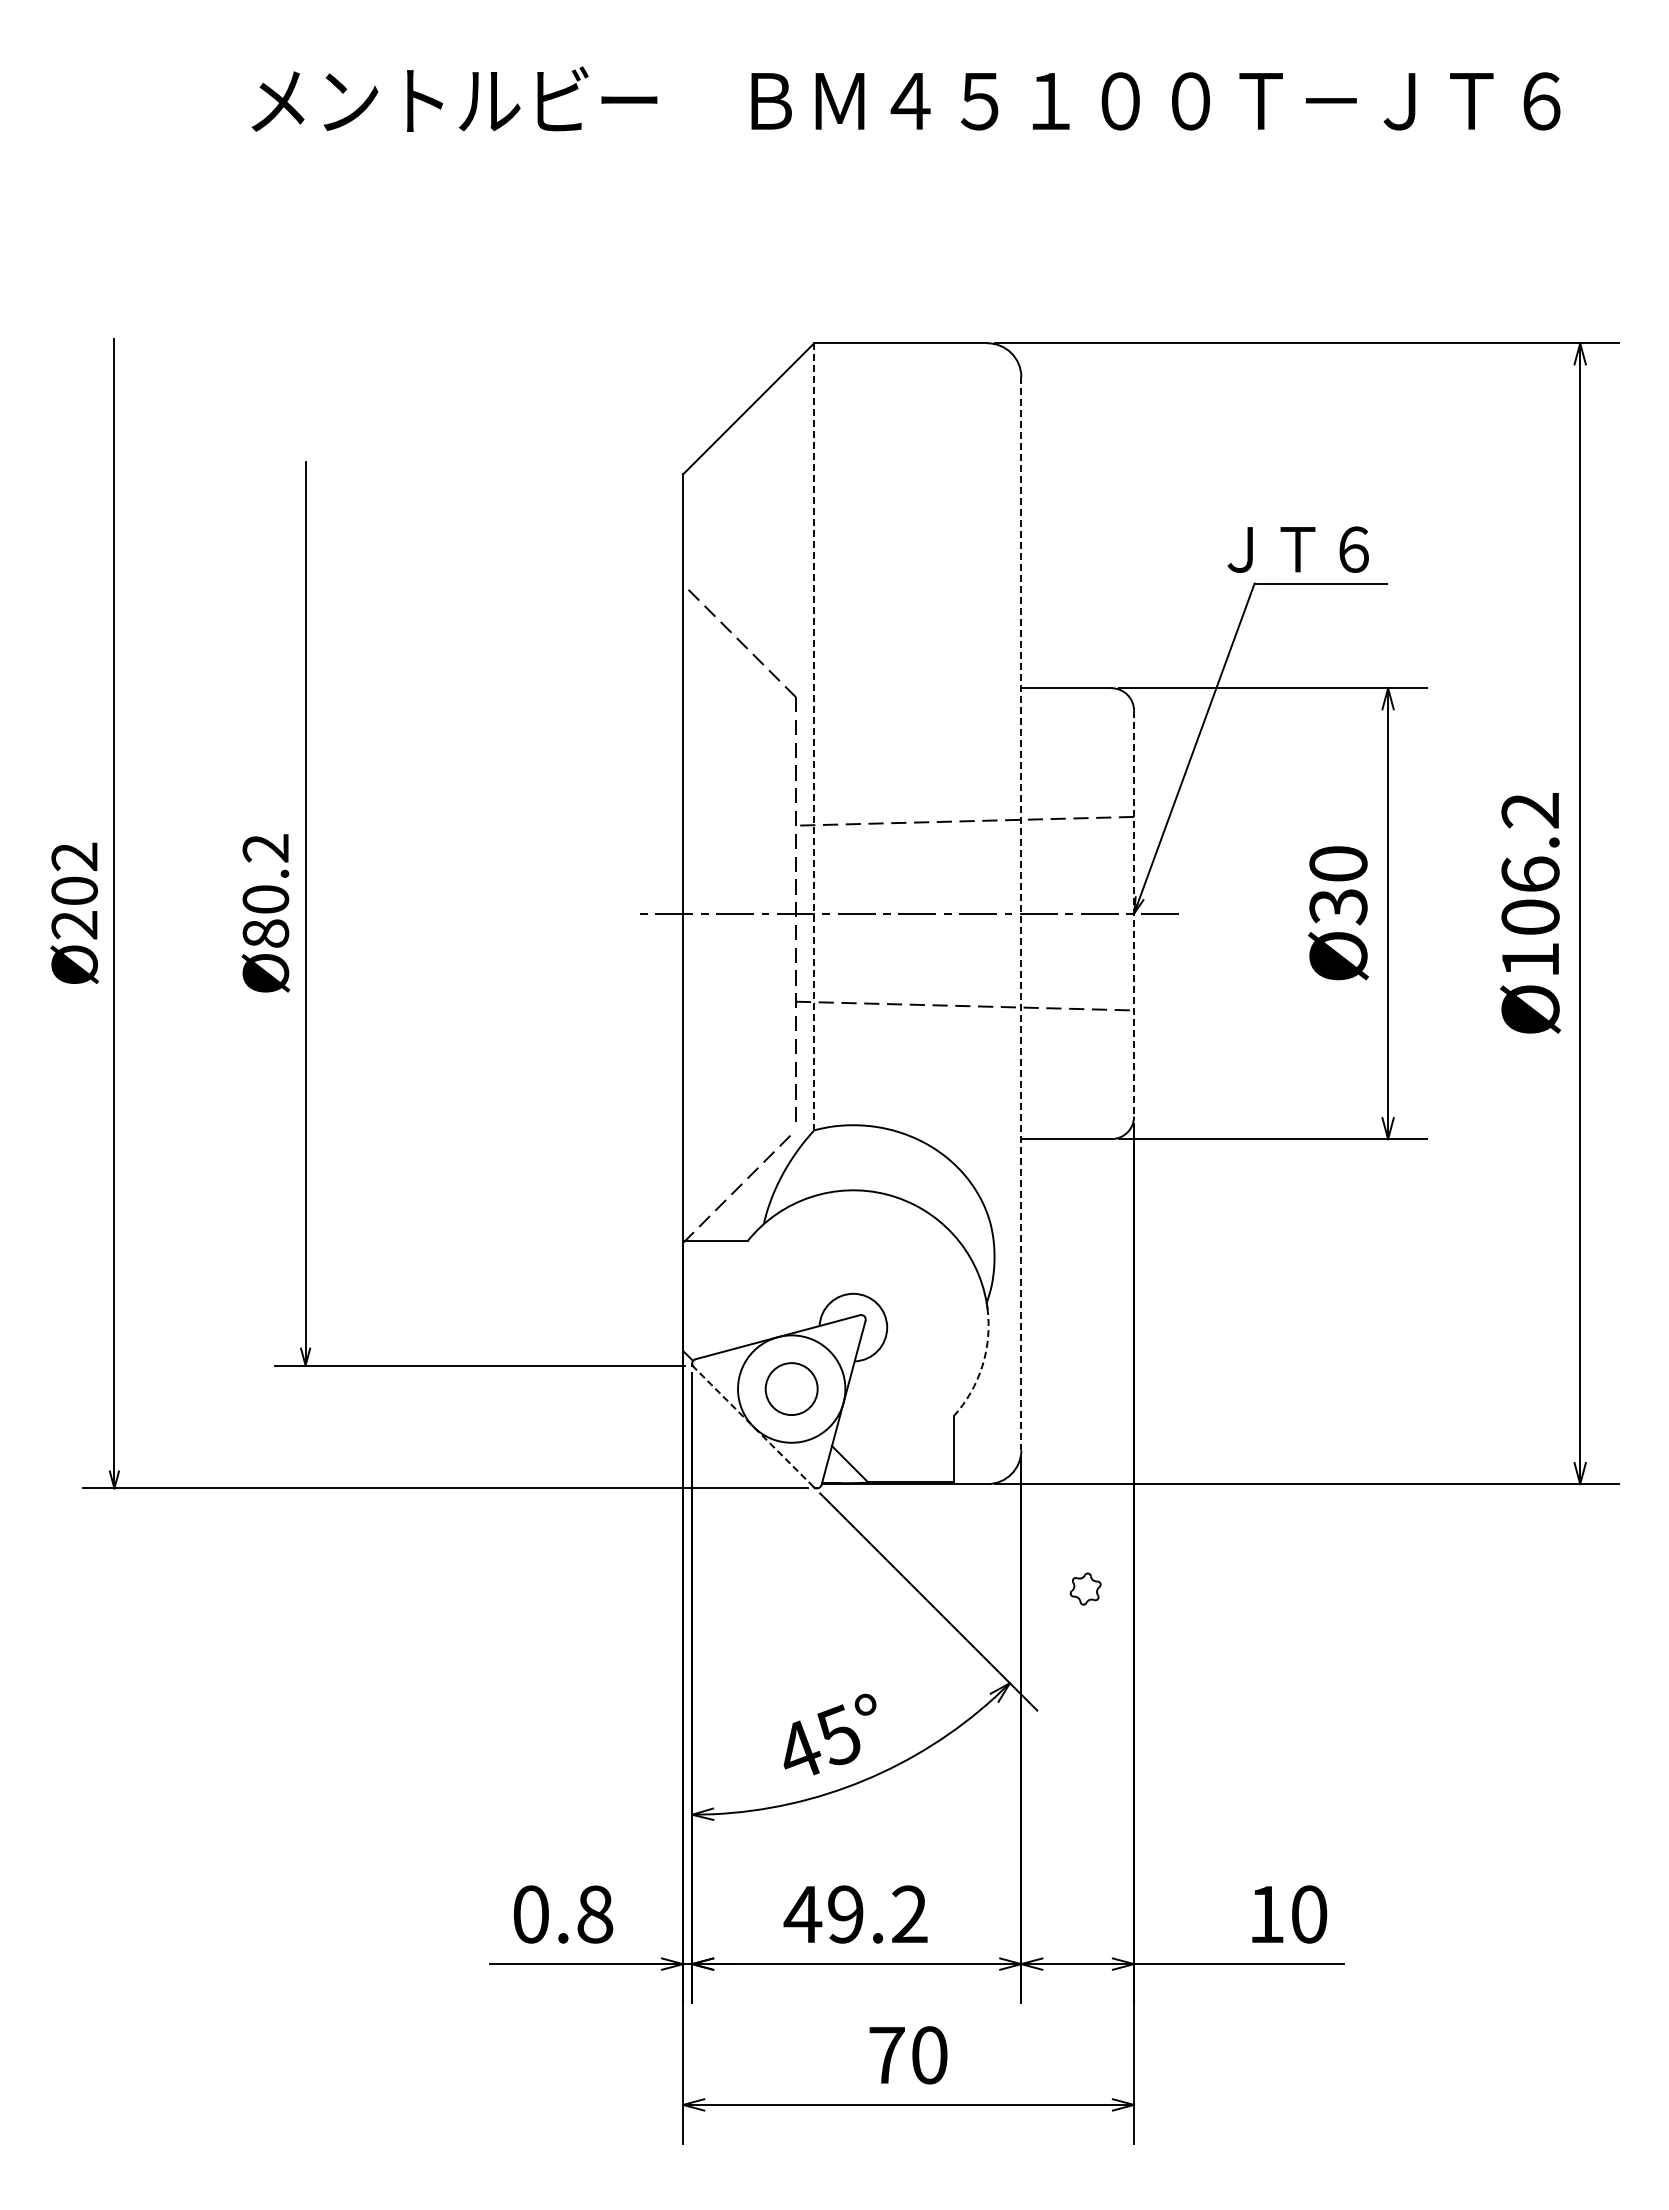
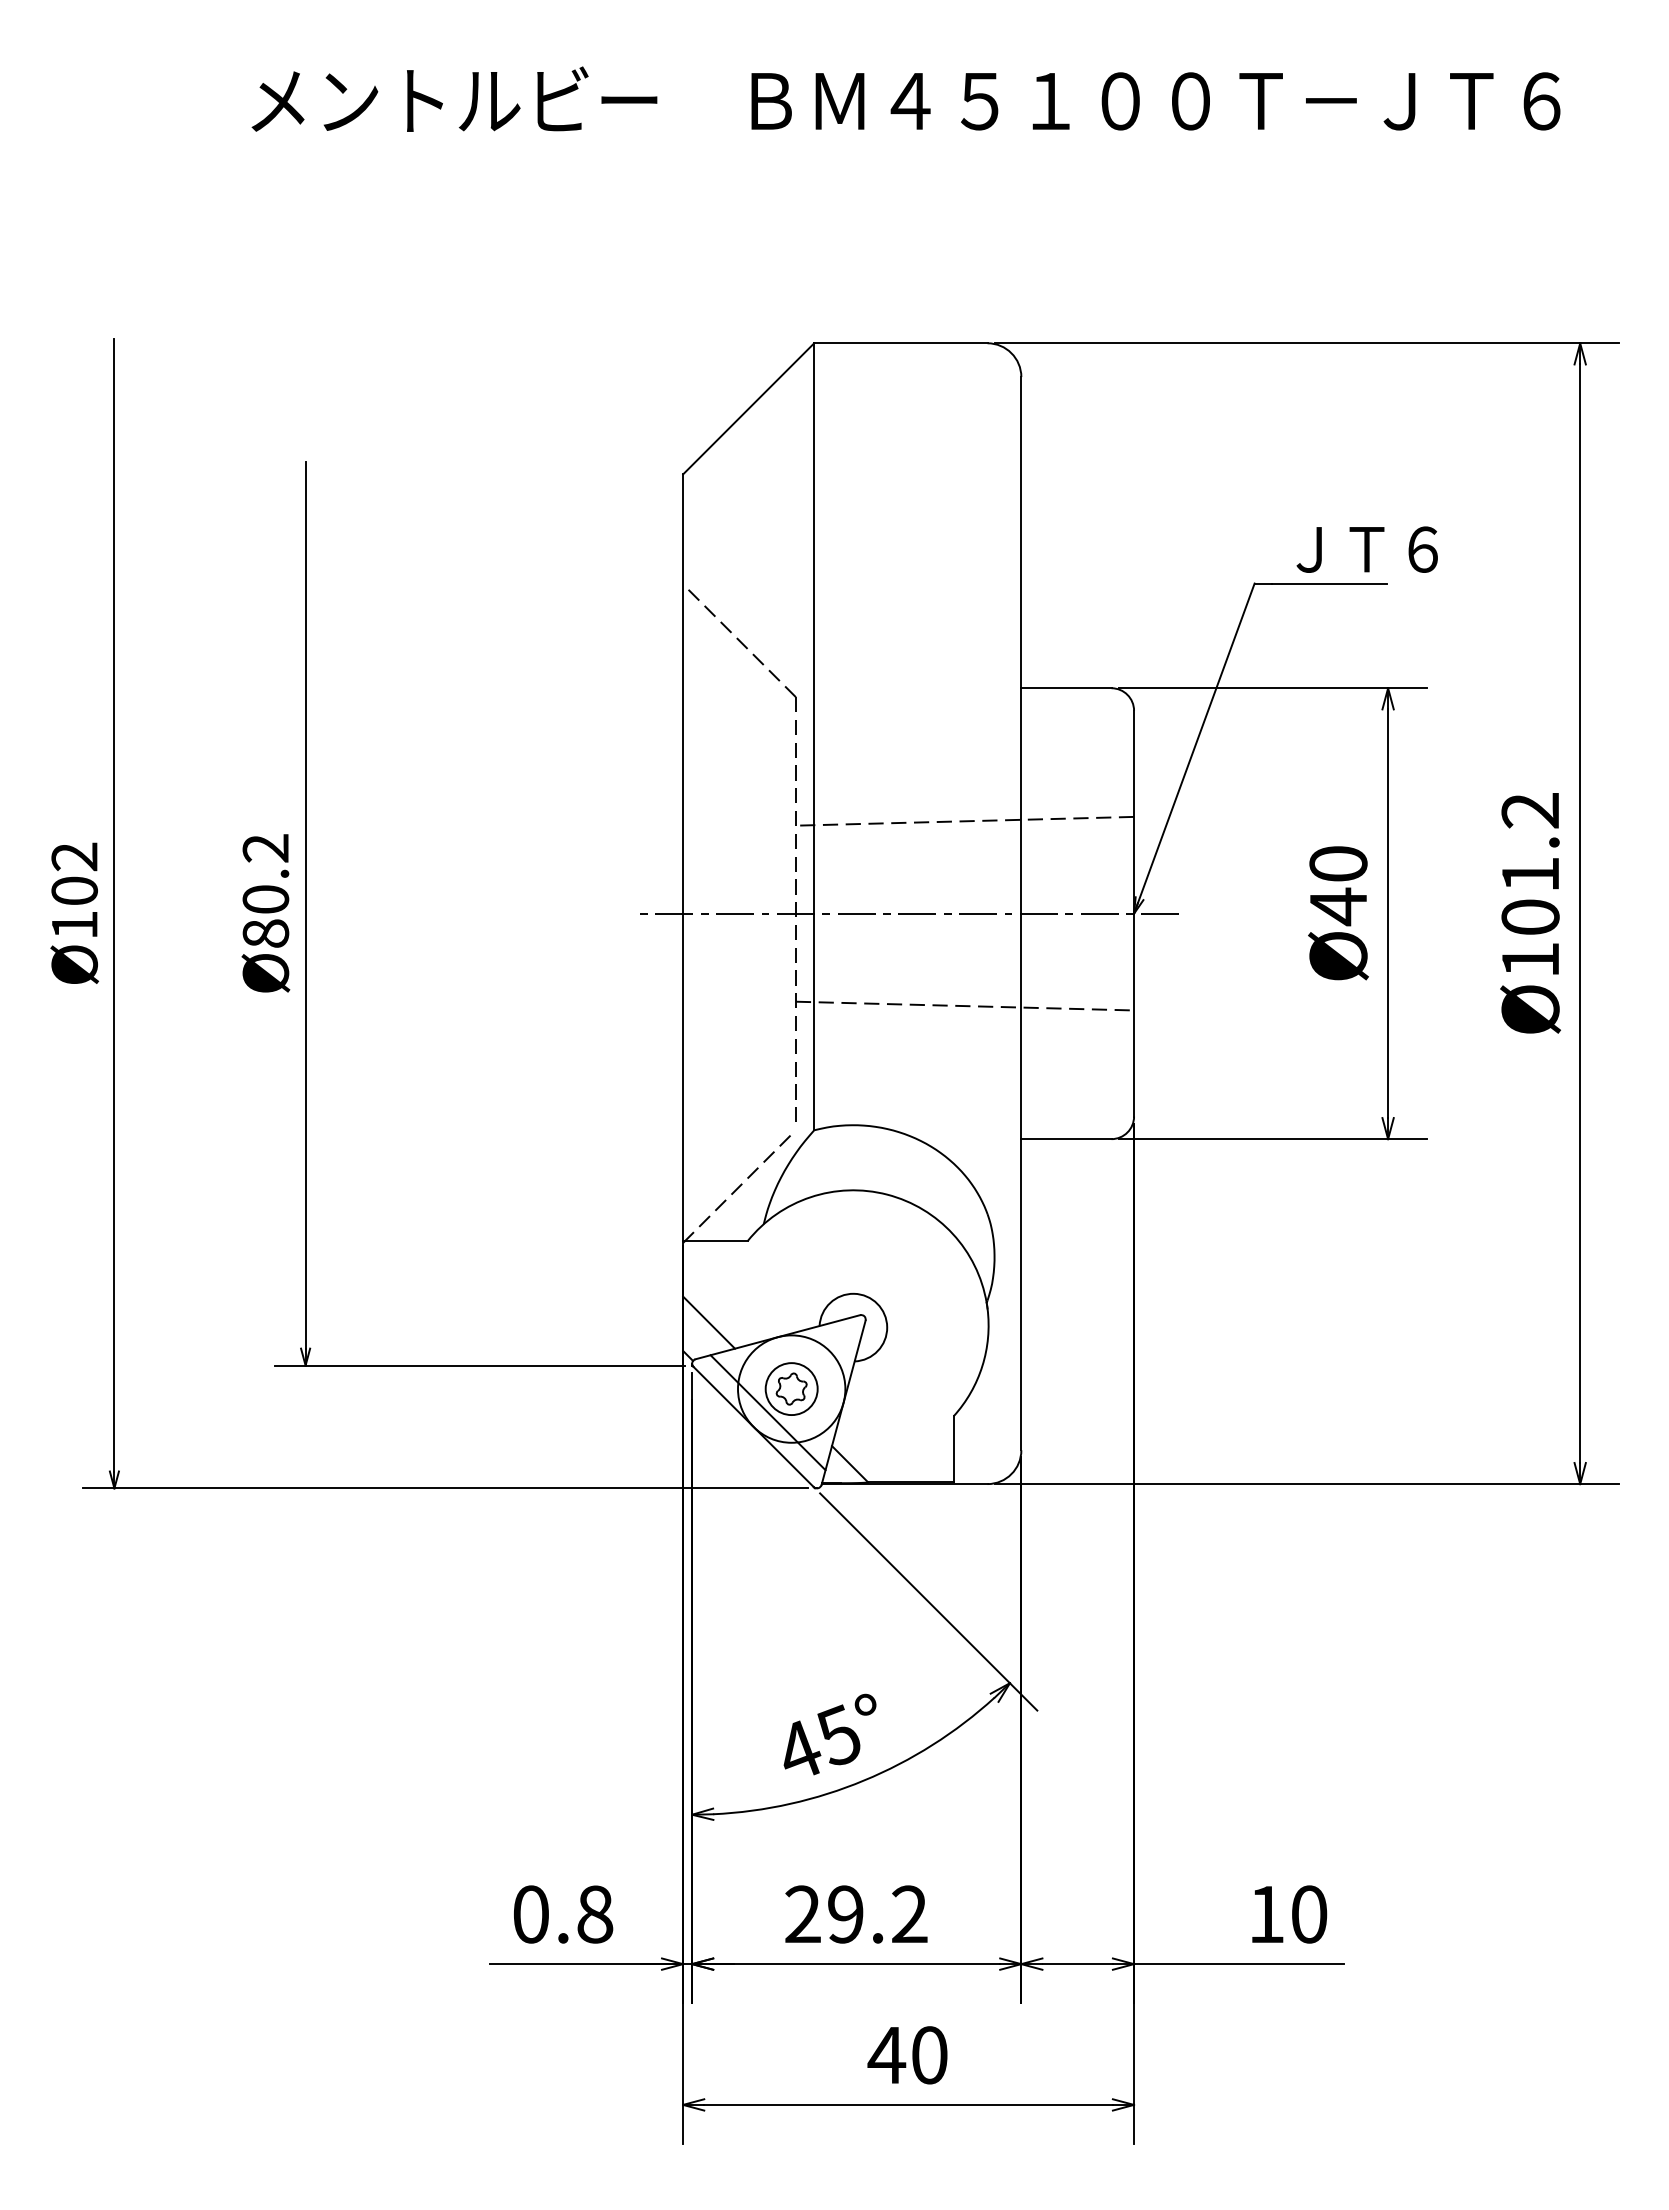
text at (1297, 549) position: (1297, 549) -> (1366, 549)
line at (814, 736): dashed -> solid
text at (1530, 873): Ø106.2 -> Ø101.2
text at (1338, 906): Ø30 -> Ø40
line at (1021, 913): dashed -> solid
line at (1134, 913): dashed -> solid
text at (74, 925): Ø202 -> Ø102
line at (709, 1322): none -> present
arc at (982, 1366): dashed -> solid
line at (767, 1412): none -> present
line at (753, 1426): dashed -> solid
part at (1085, 1588) position: (1085, 1588) -> (791, 1388)
text at (802, 1913): 49.2 -> 29.2
text at (886, 2055): 70 -> 40
